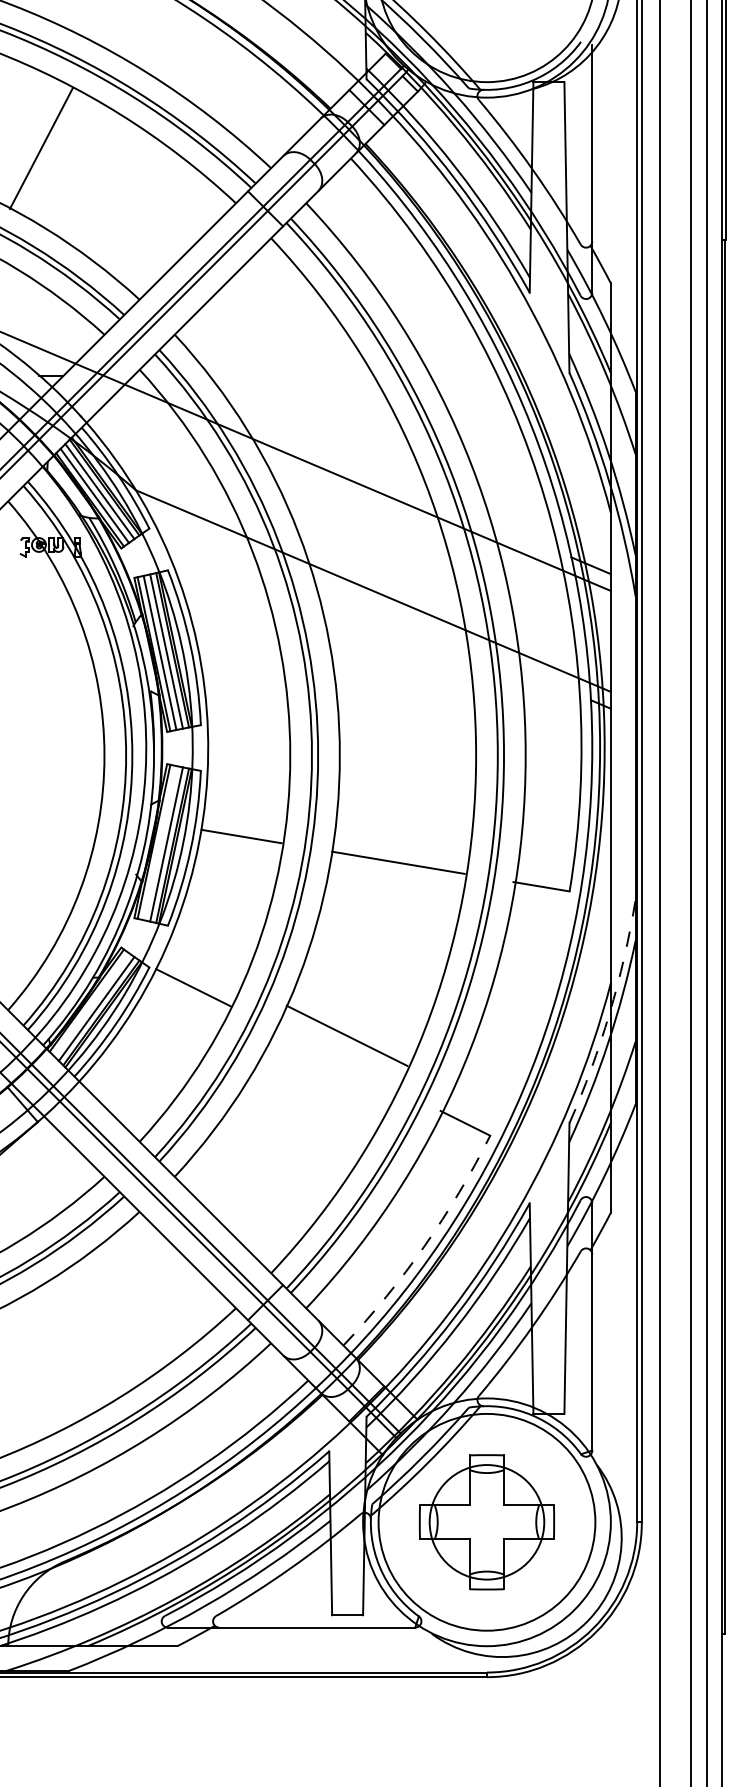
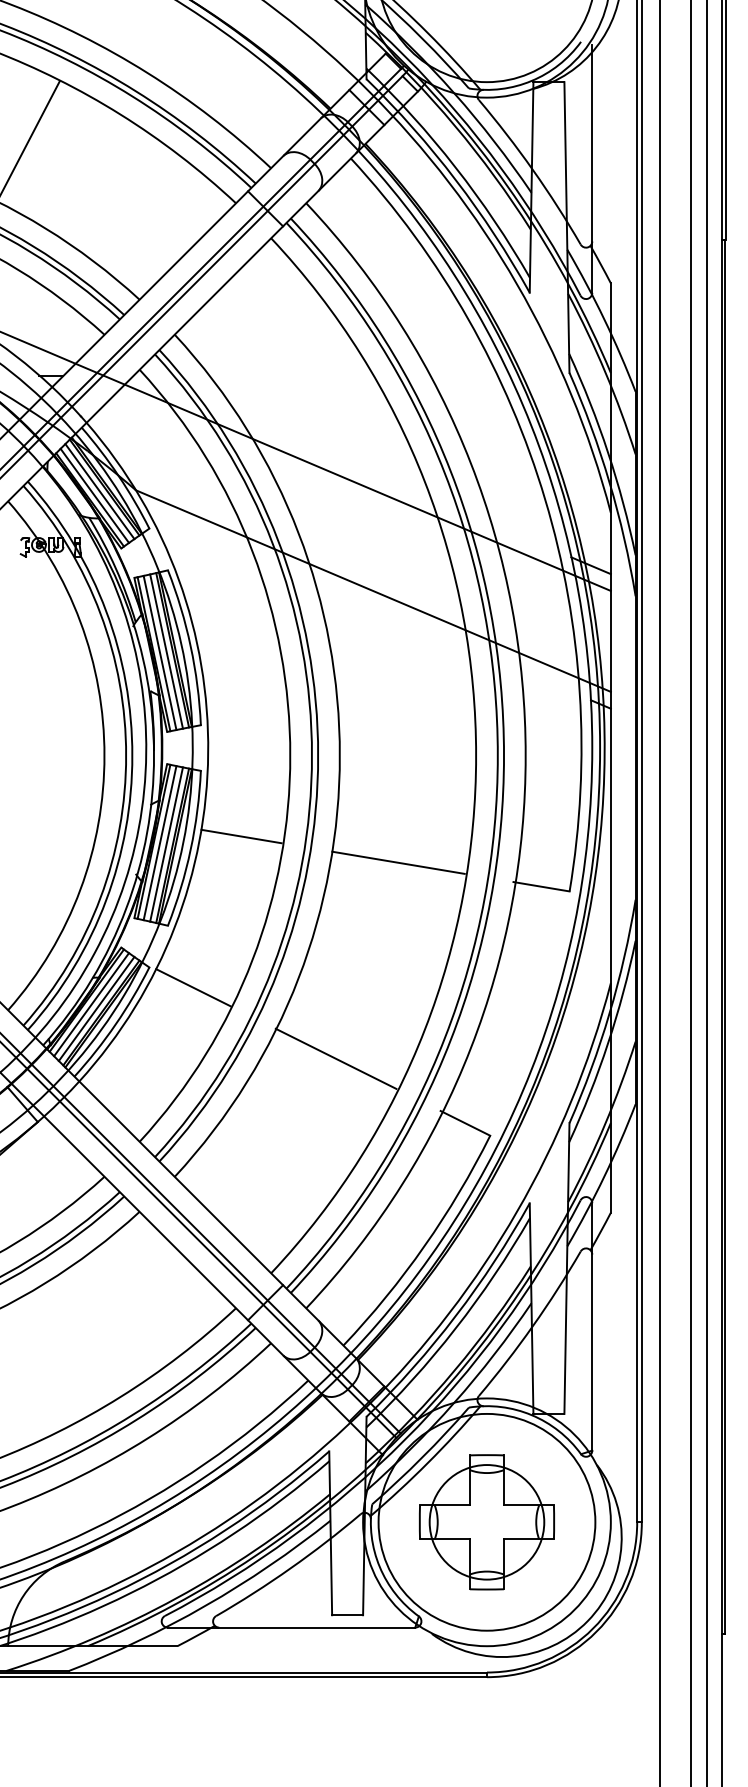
line at (40, 148) position: (40, 148) -> (30, 136)
line at (159, 843): none -> present
line at (91, 1004): none -> present
arc at (609, 1013): dashed -> solid
line at (346, 1035) position: (346, 1035) -> (335, 1058)
arc at (424, 1246): dashed -> solid
